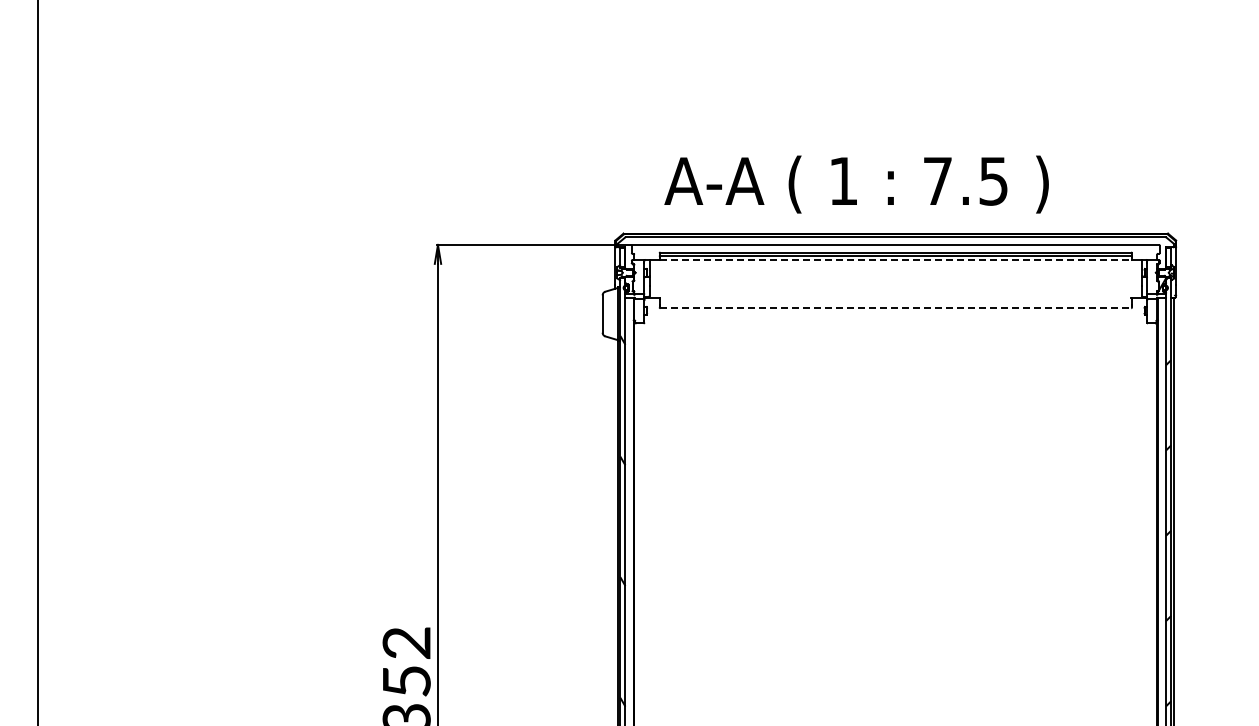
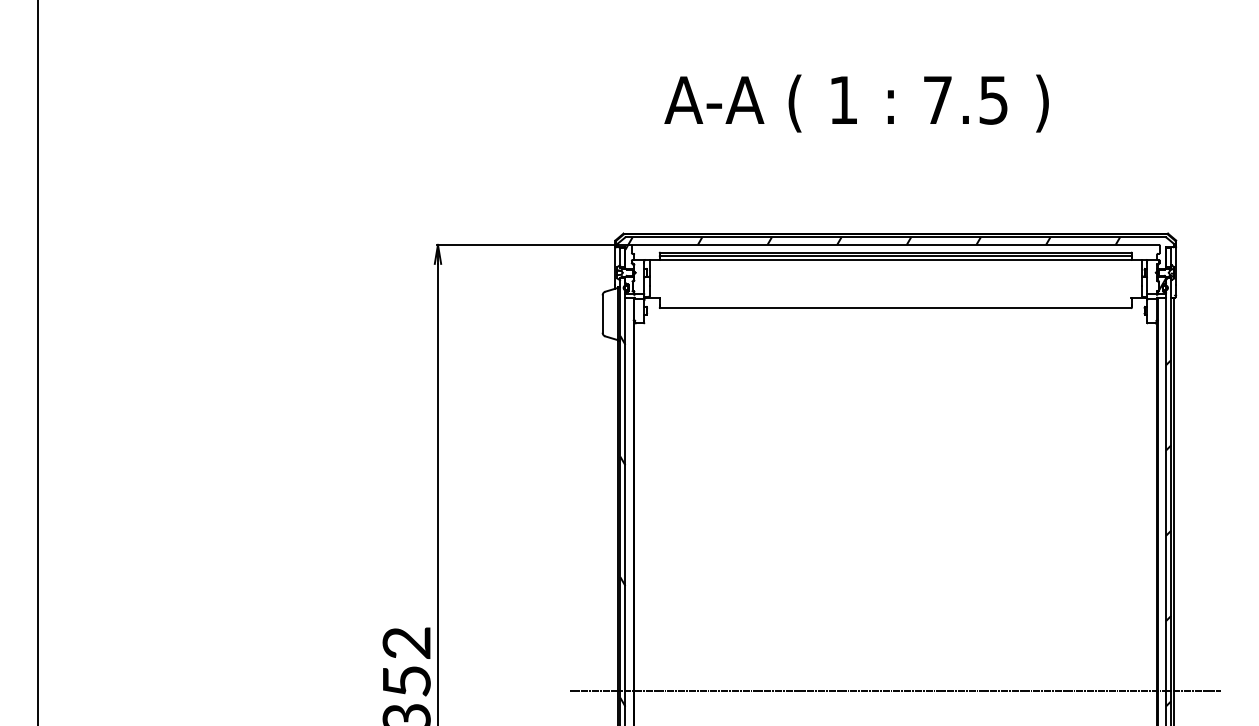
text at (856, 184) position: (856, 184) -> (856, 103)
hatch at (872, 243): none -> present
line at (896, 260): dashed -> solid
line at (896, 308): dashed -> solid
line at (895, 690): none -> present
